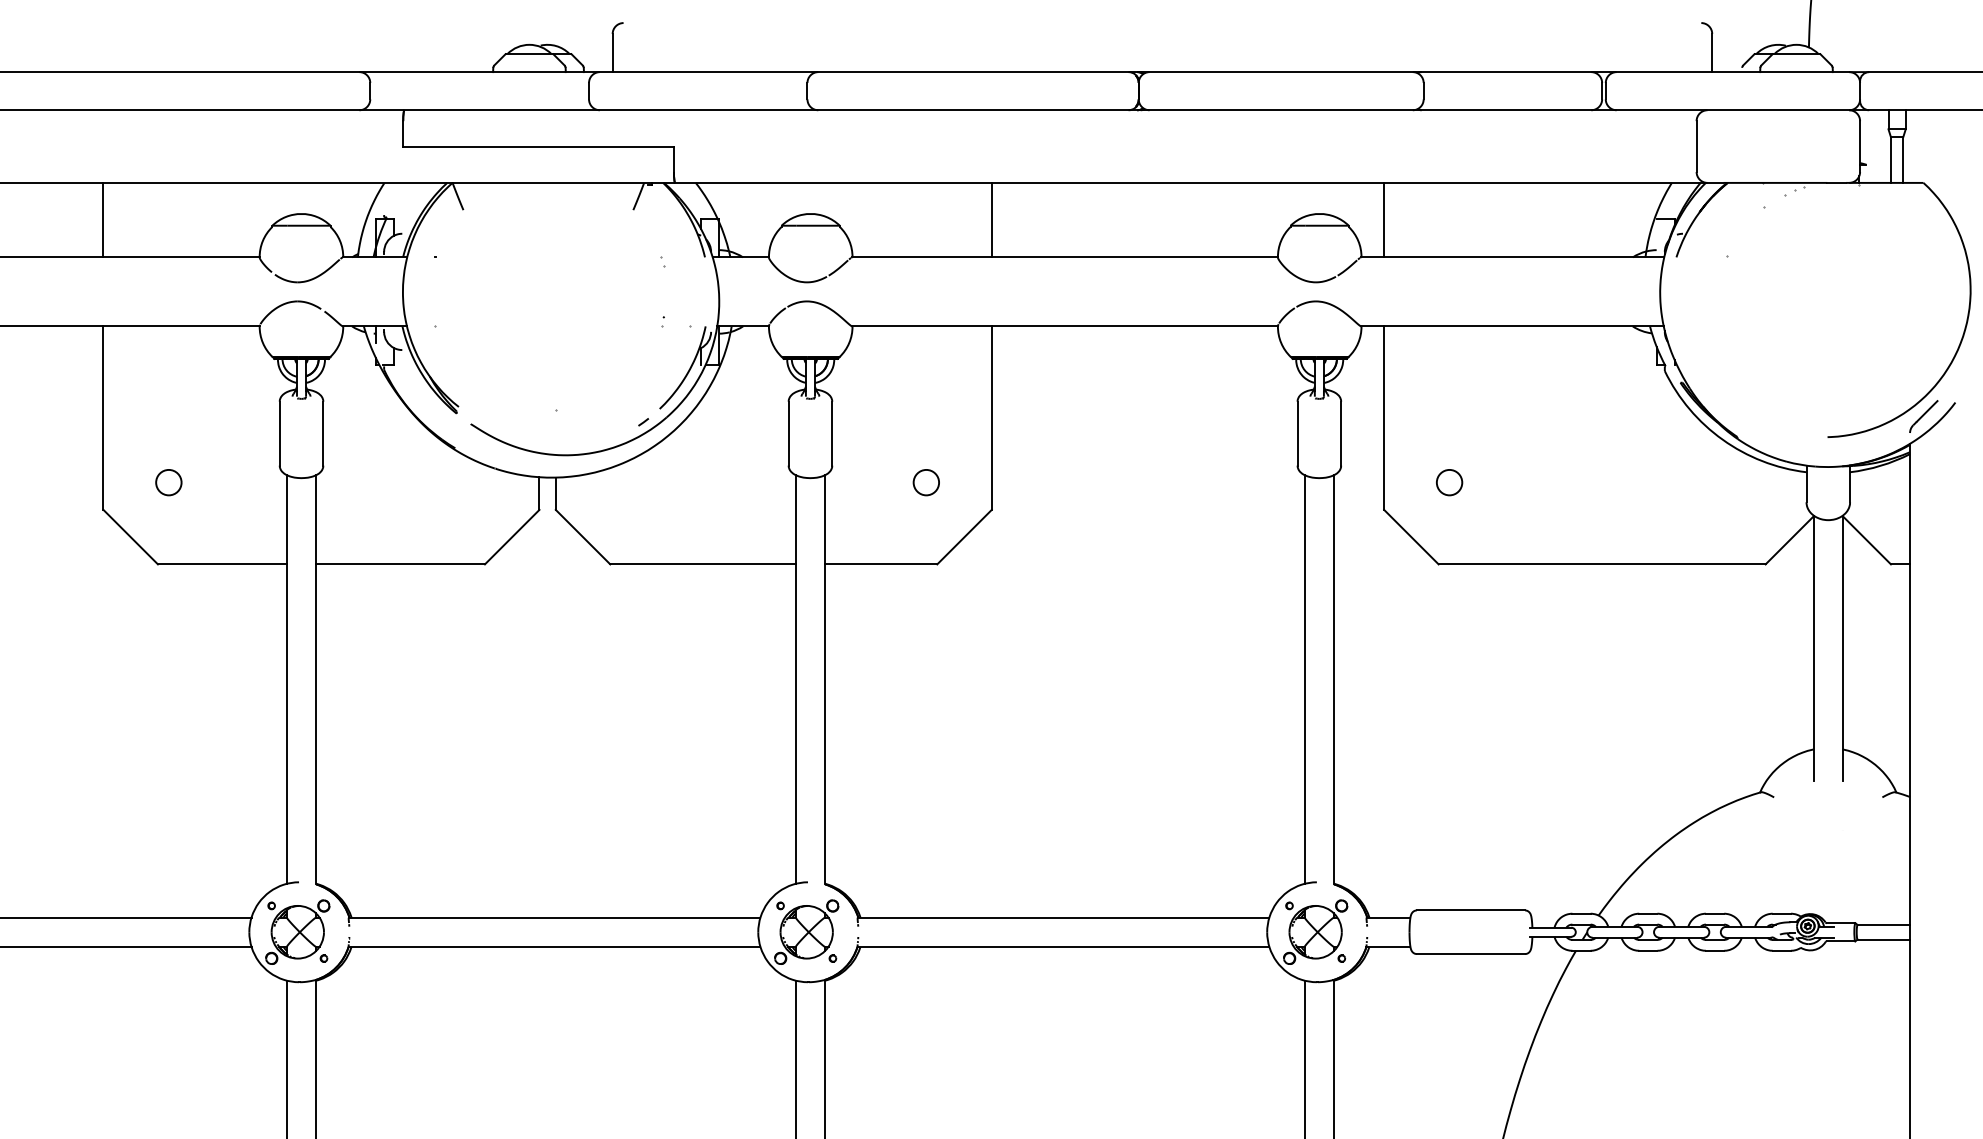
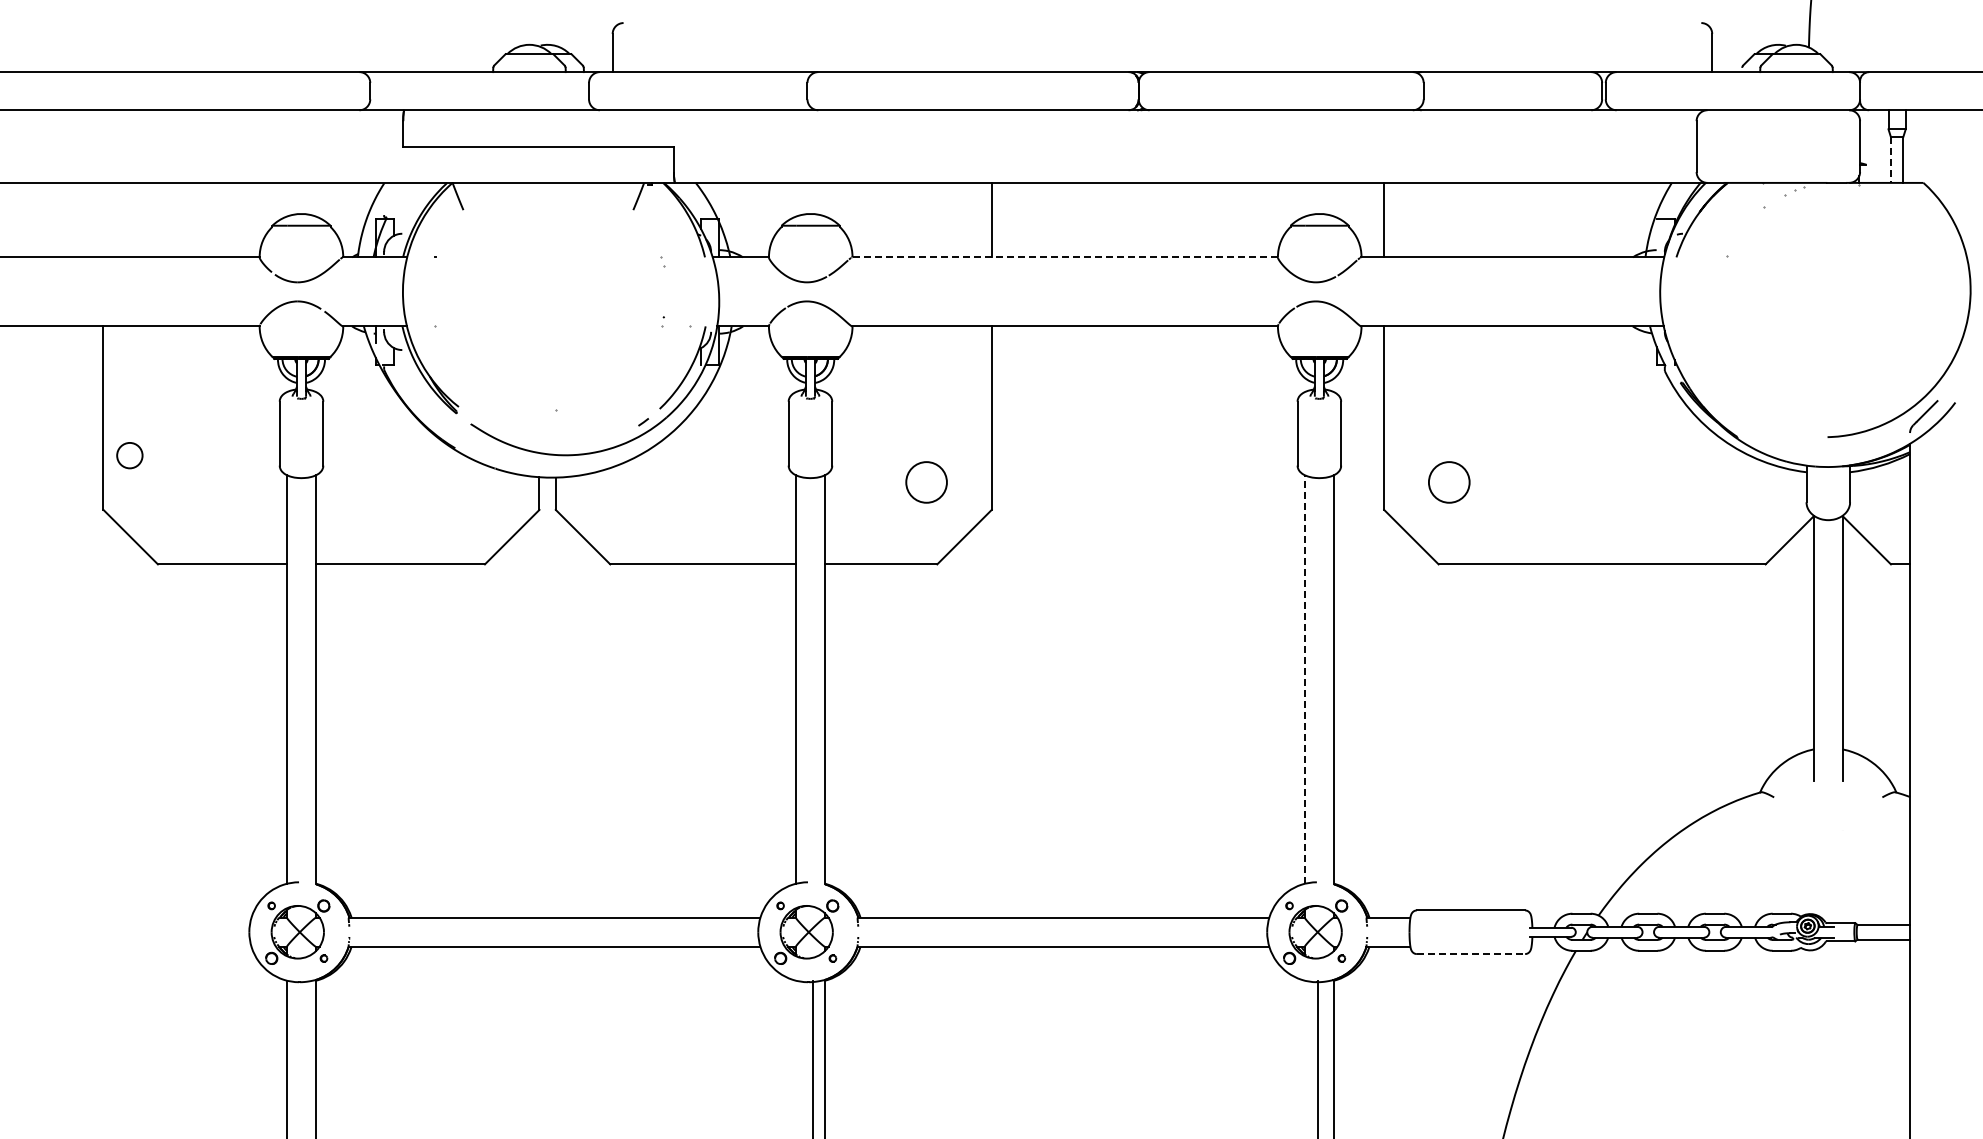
line at (1890, 160): solid -> dashed
line at (103, 219): present -> none
line at (1065, 257): solid -> dashed
circle at (168, 482) position: (168, 482) -> (129, 455)
circle at (925, 482) size: 28x28 px -> 43x43 px
circle at (1449, 482) size: 28x28 px -> 43x43 px
line at (1304, 679): solid -> dashed
line at (126, 917): present -> none
line at (126, 946): present -> none
line at (1471, 954): solid -> dashed
line at (795, 1057) position: (795, 1057) -> (812, 1057)
line at (1304, 1057) position: (1304, 1057) -> (1317, 1057)
